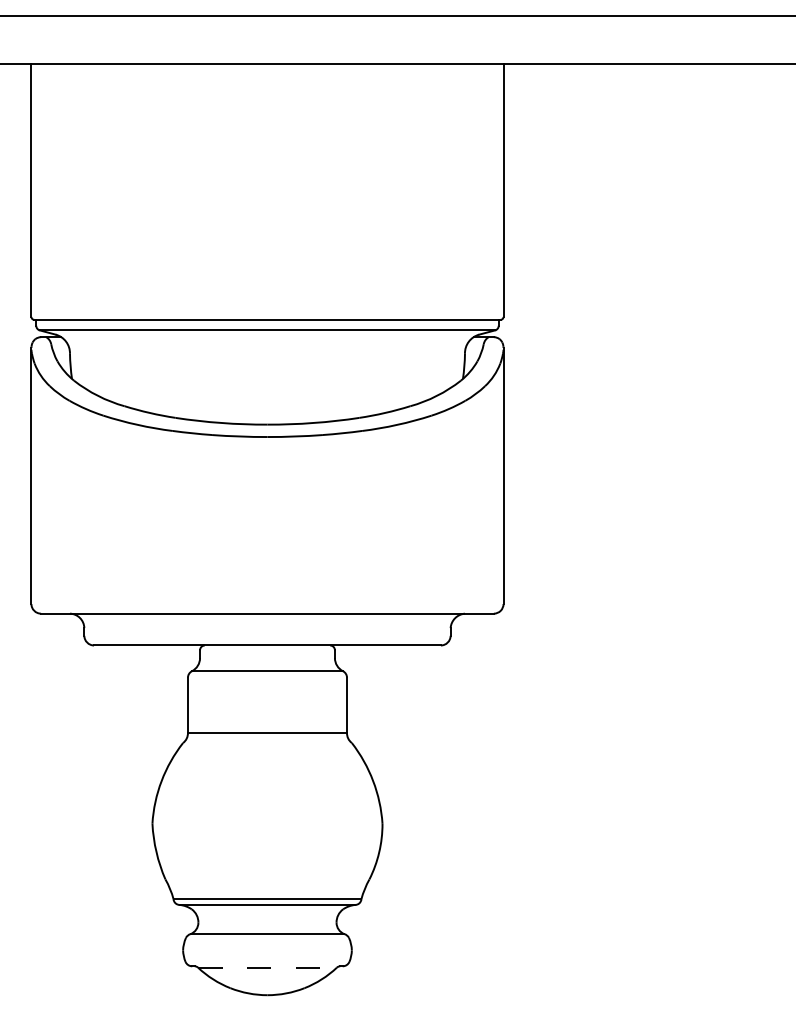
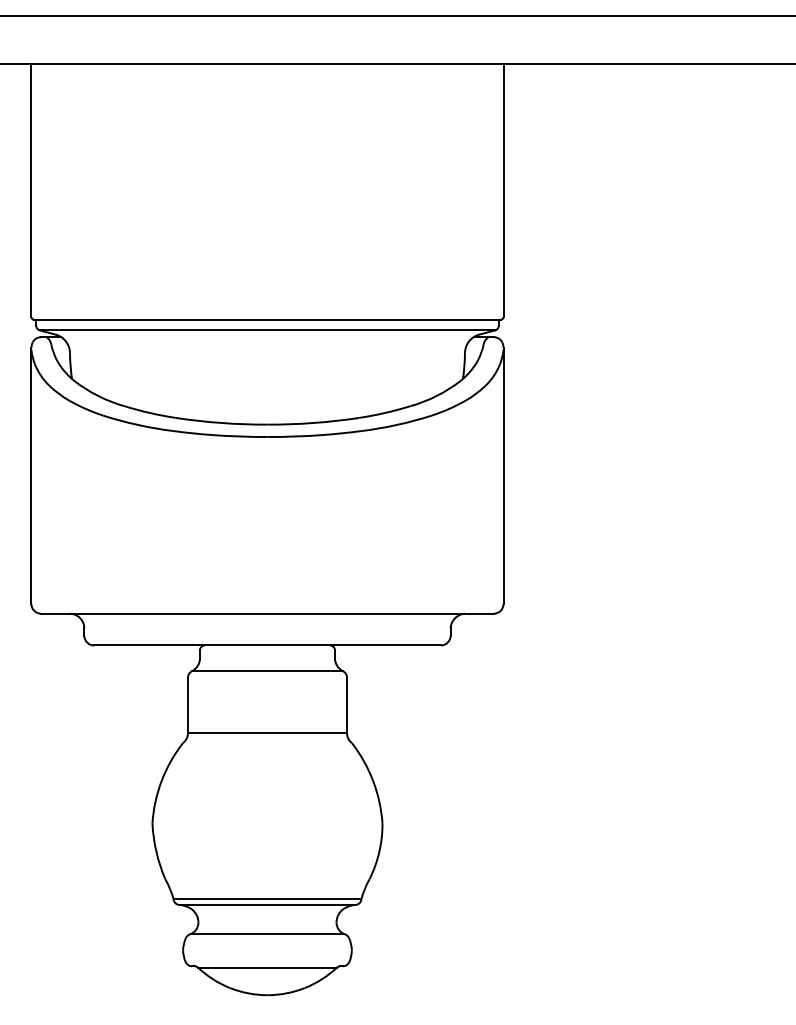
line at (268, 967): dashed -> solid
